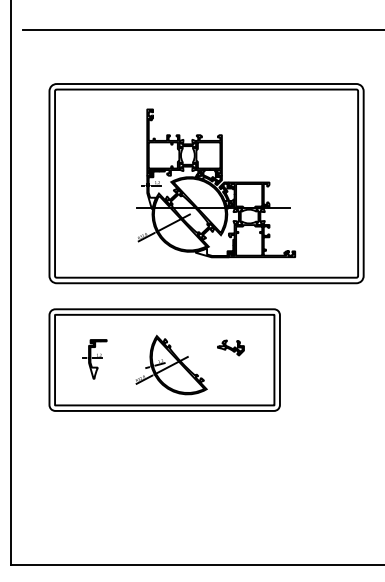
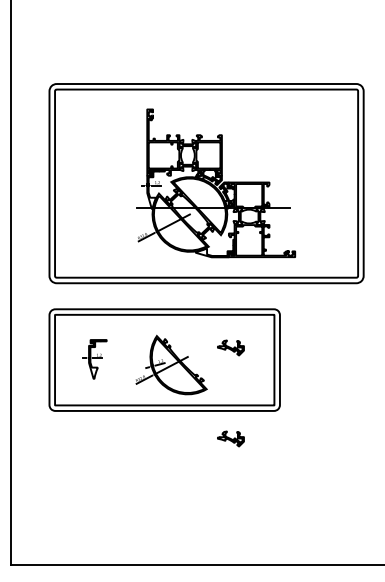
line at (201, 29): present -> none
part at (230, 438): none -> present
